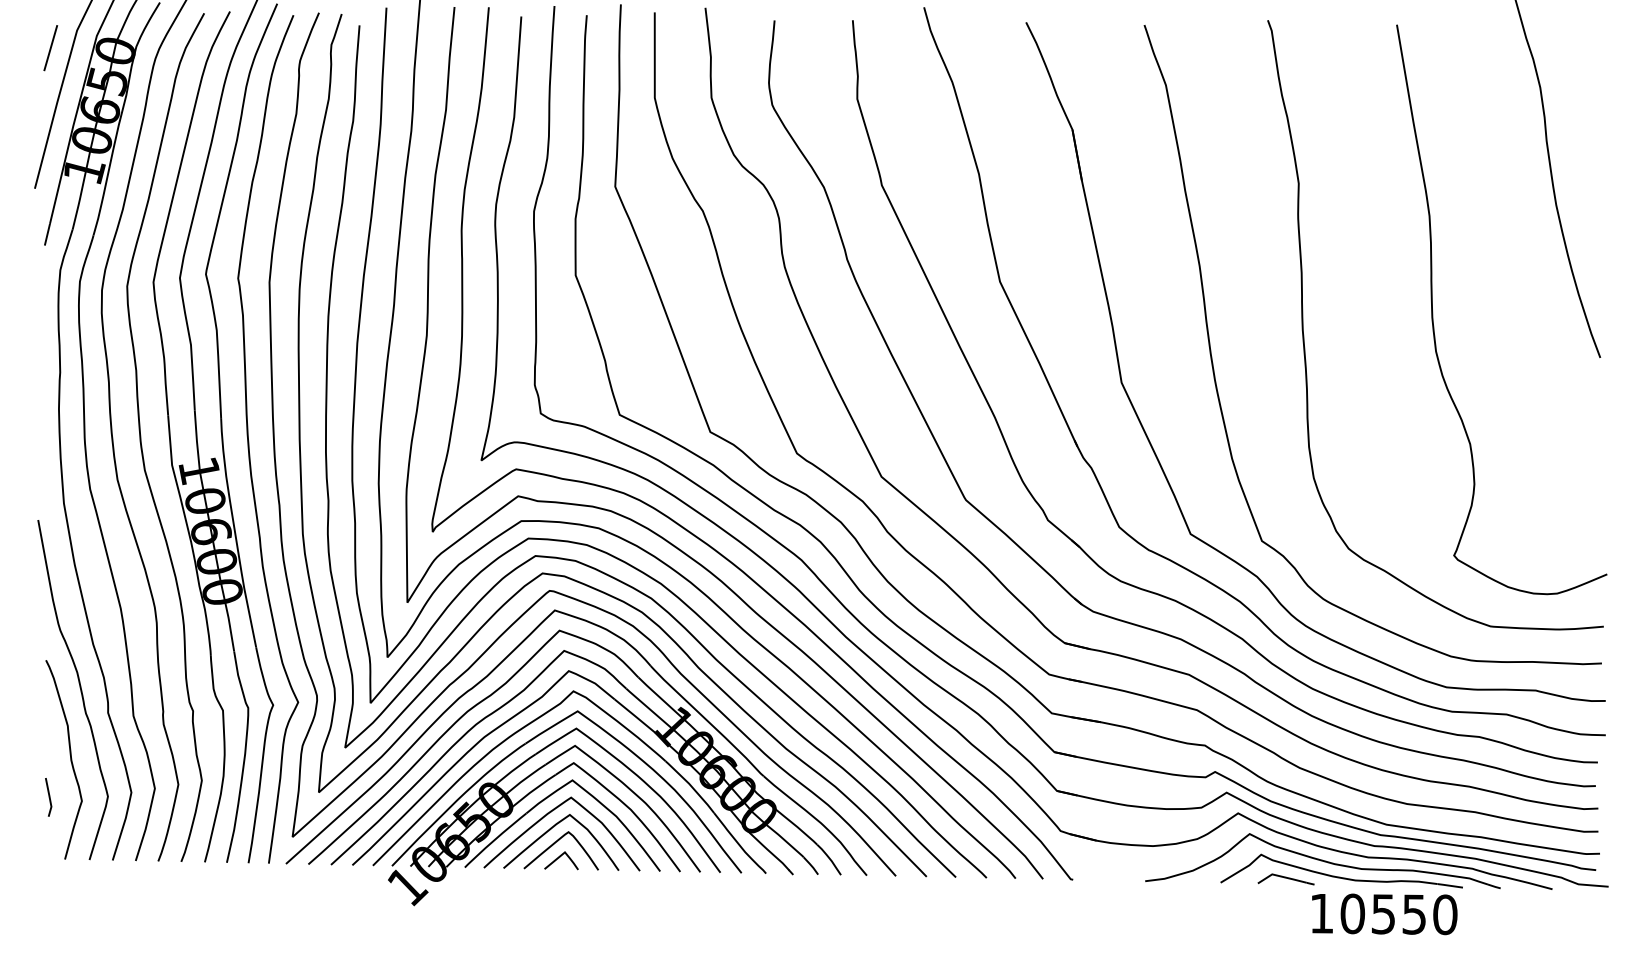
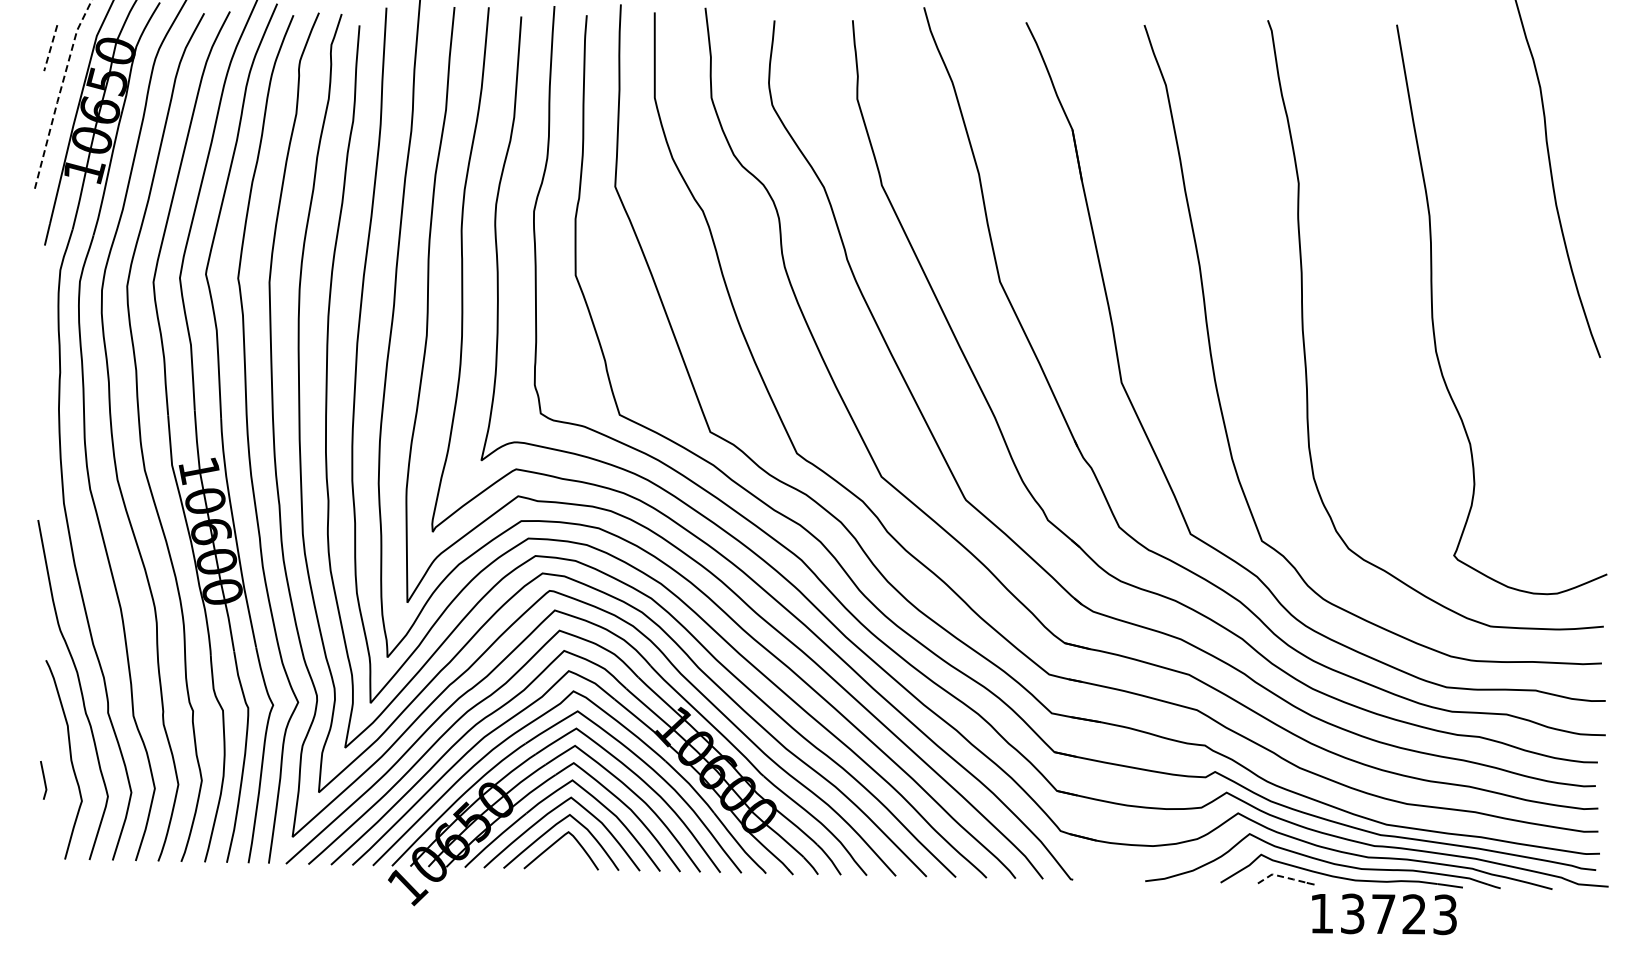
line at (50, 48): solid -> dashed
line at (59, 93): solid -> dashed
line at (48, 797) position: (48, 797) -> (43, 780)
line at (559, 858): present -> none
line at (1281, 876): solid -> dashed
text at (1398, 914): 10550 -> 13723
